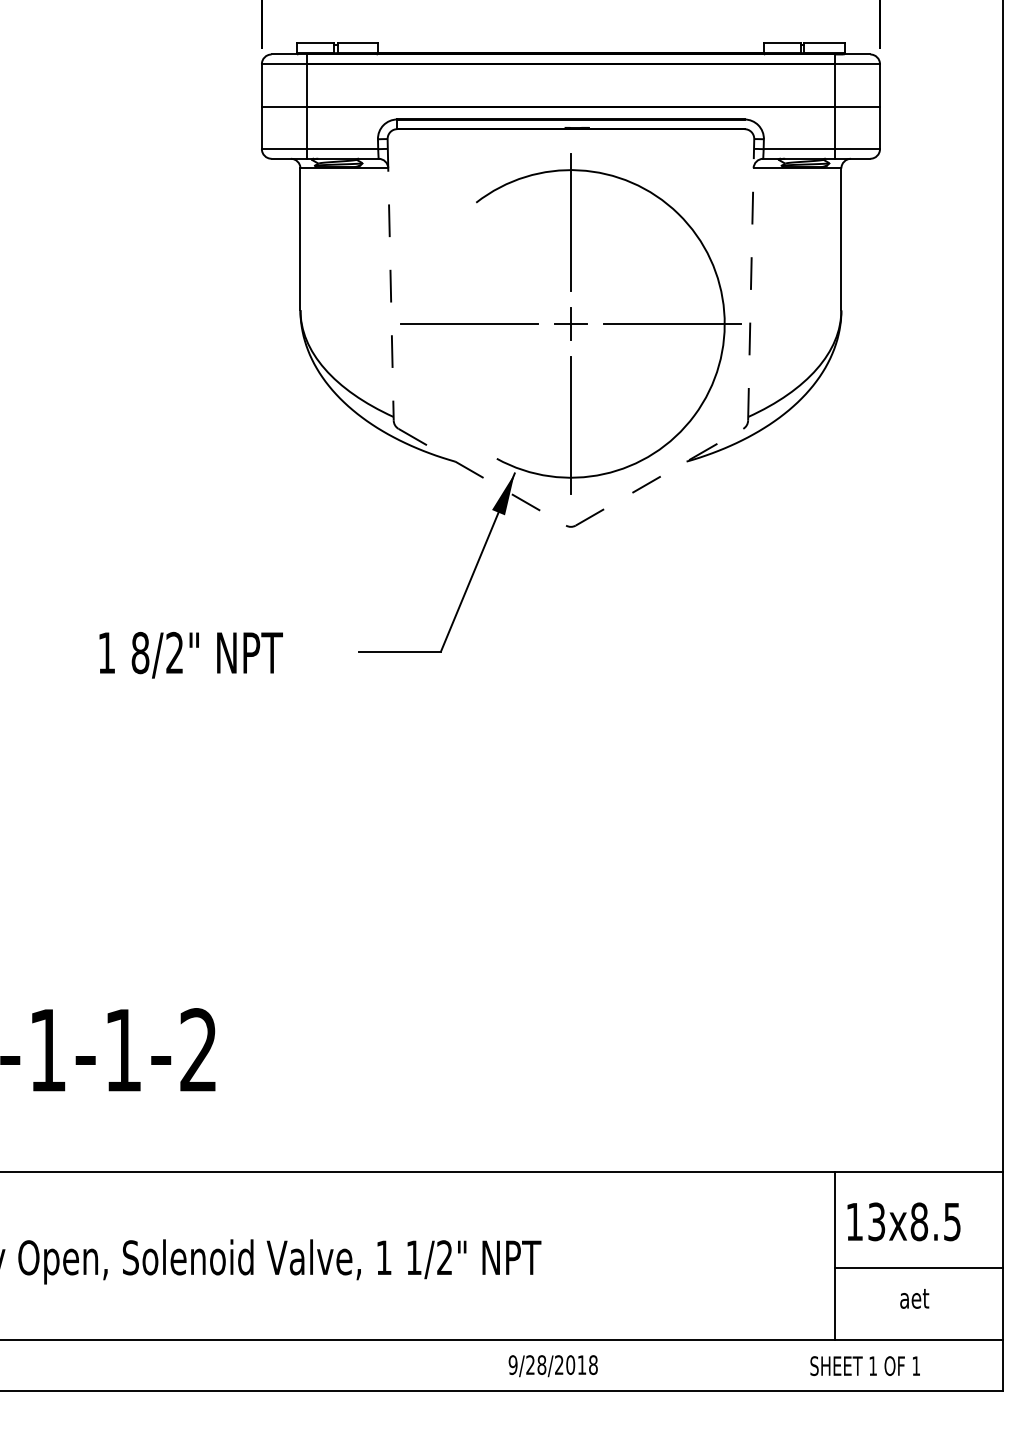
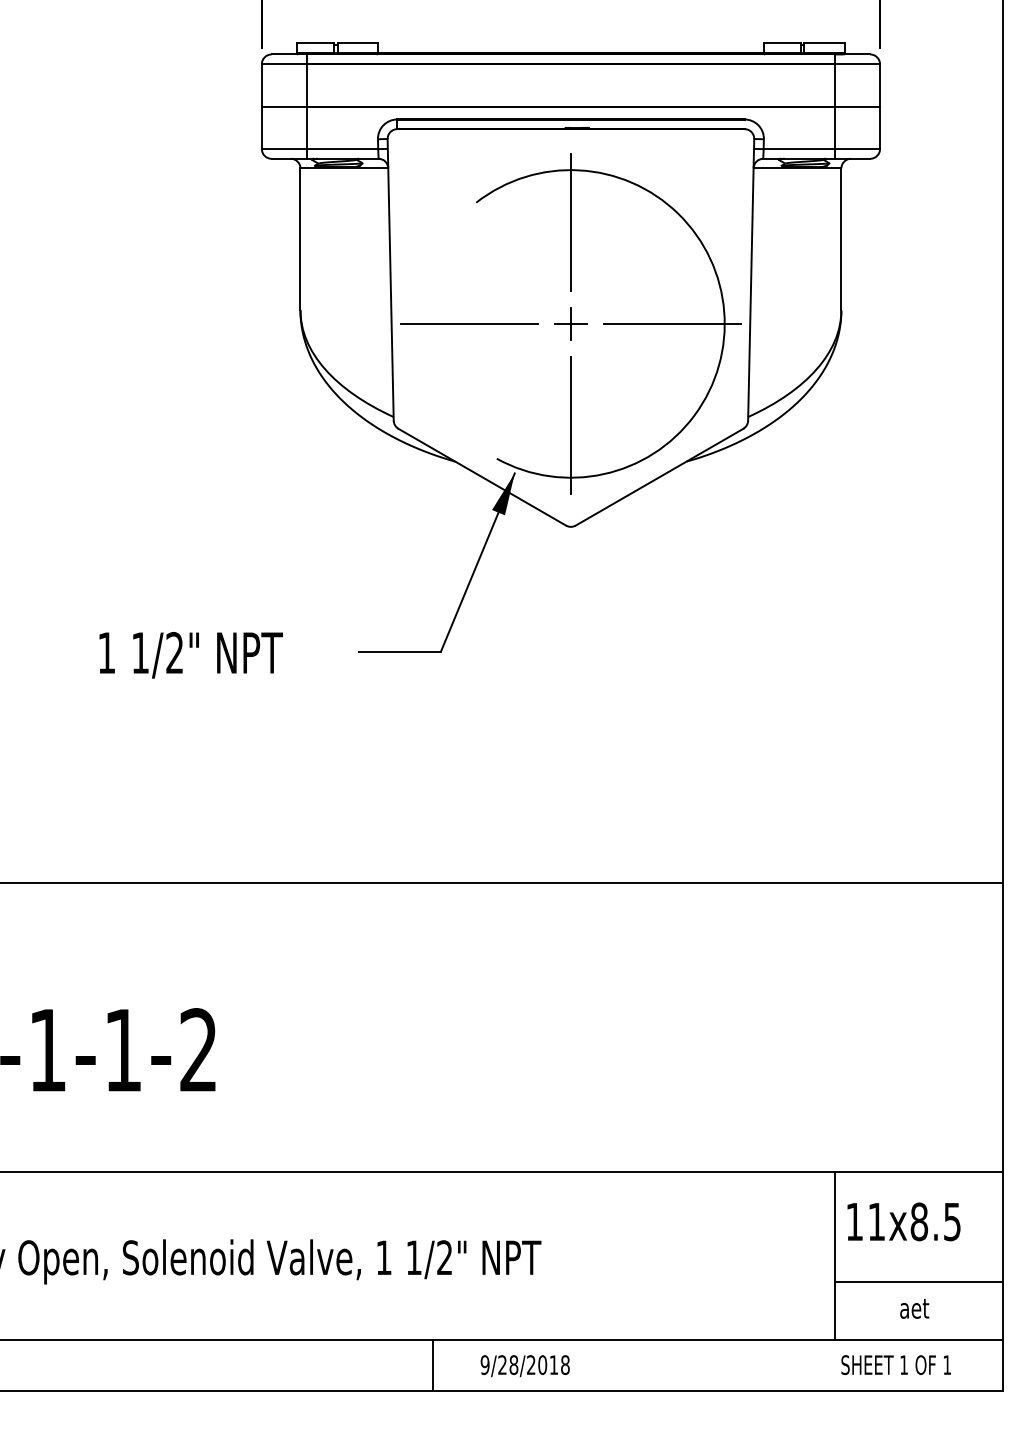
line at (390, 279): dashed -> solid
line at (751, 279): dashed -> solid
line at (482, 477): dashed -> solid
line at (659, 477): dashed -> solid
text at (140, 652): 8/2" -> 1/2"
line at (502, 882): none -> present
text at (876, 1221): 13x8.5 -> 11x8.5
line at (918, 1267) position: (918, 1267) -> (918, 1281)
text at (914, 1298) position: (914, 1298) -> (914, 1308)
line at (433, 1364): none -> present
text at (864, 1365) position: (864, 1365) -> (895, 1364)
text at (552, 1366) position: (552, 1366) -> (524, 1366)
